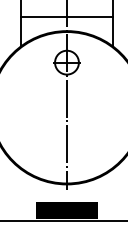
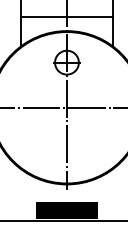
line at (63, 107): none -> present
